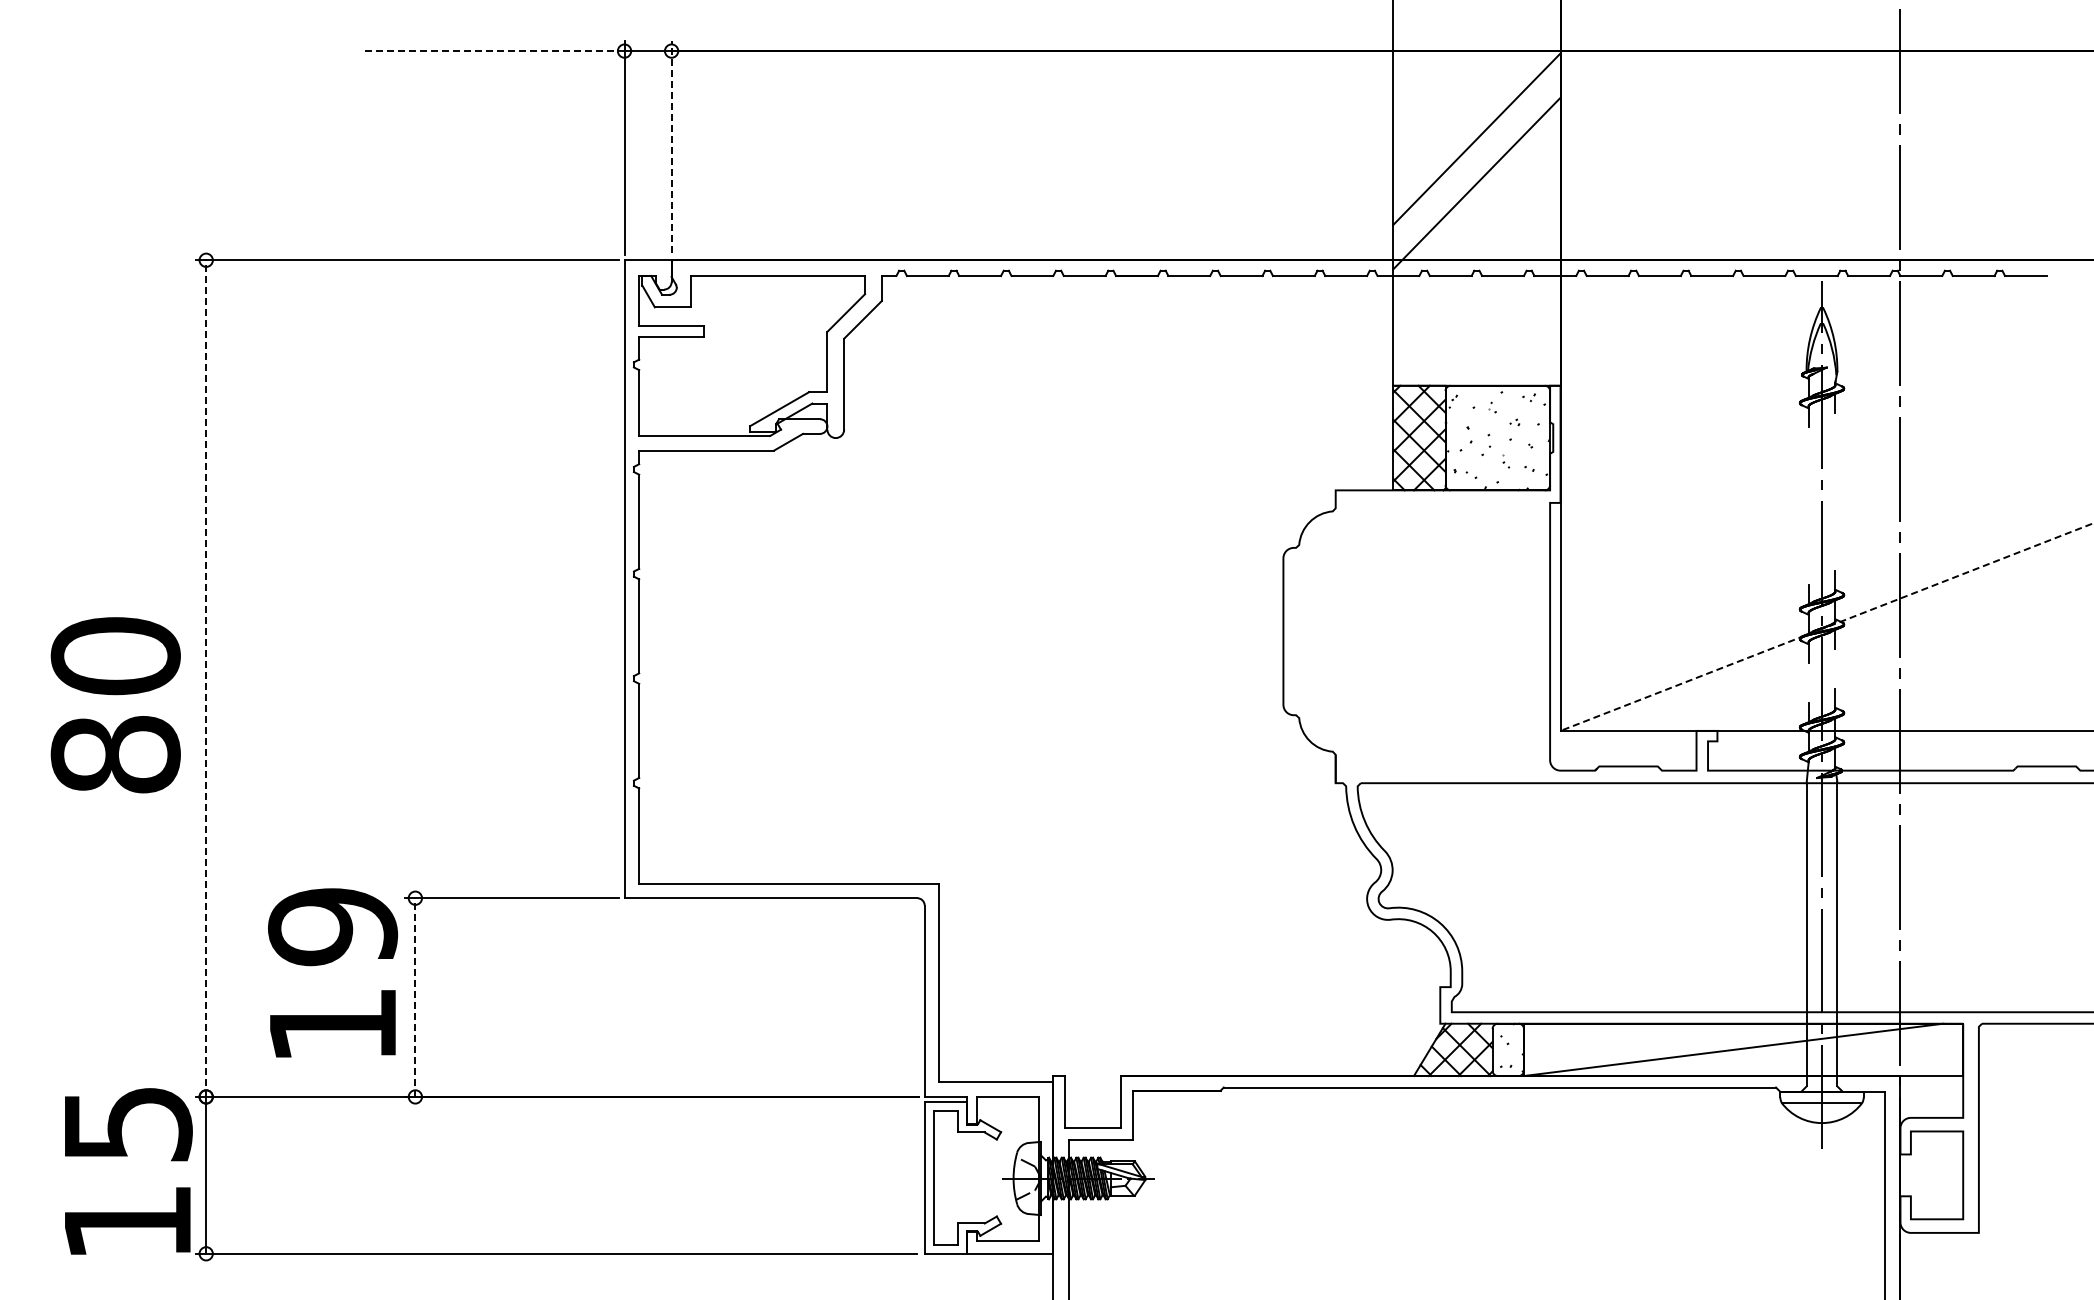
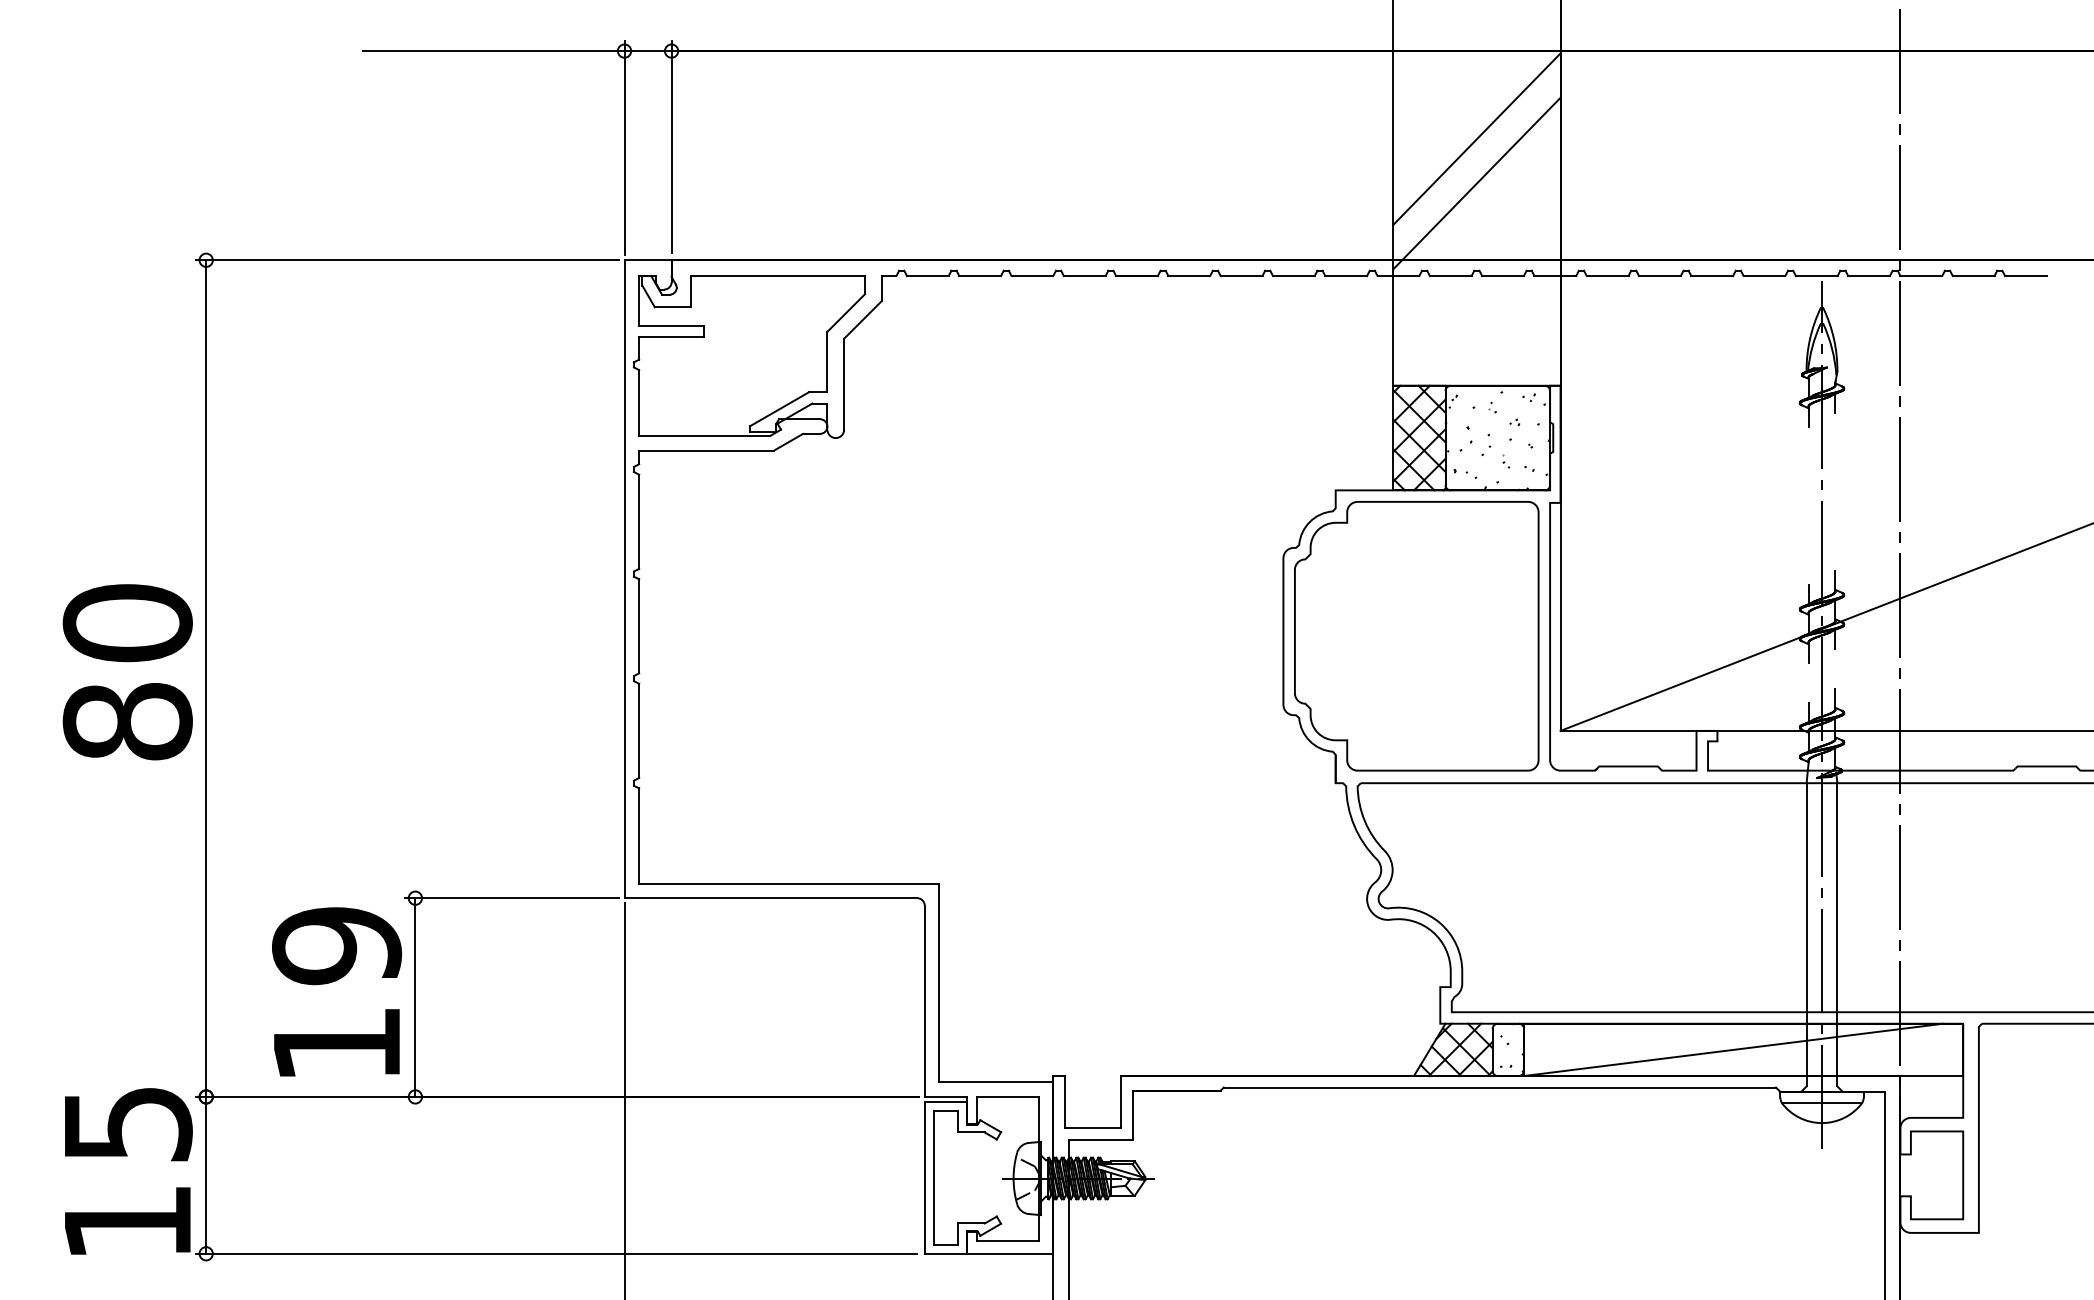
line at (493, 51): dashed -> solid
line at (671, 146): dashed -> solid
line at (1826, 627): dashed -> solid
part at (1416, 636): none -> present
line at (206, 678): dashed -> solid
text at (115, 705) position: (115, 705) -> (127, 672)
text at (333, 972) position: (333, 972) -> (337, 991)
line at (415, 997): dashed -> solid
line at (624, 1099): none -> present
